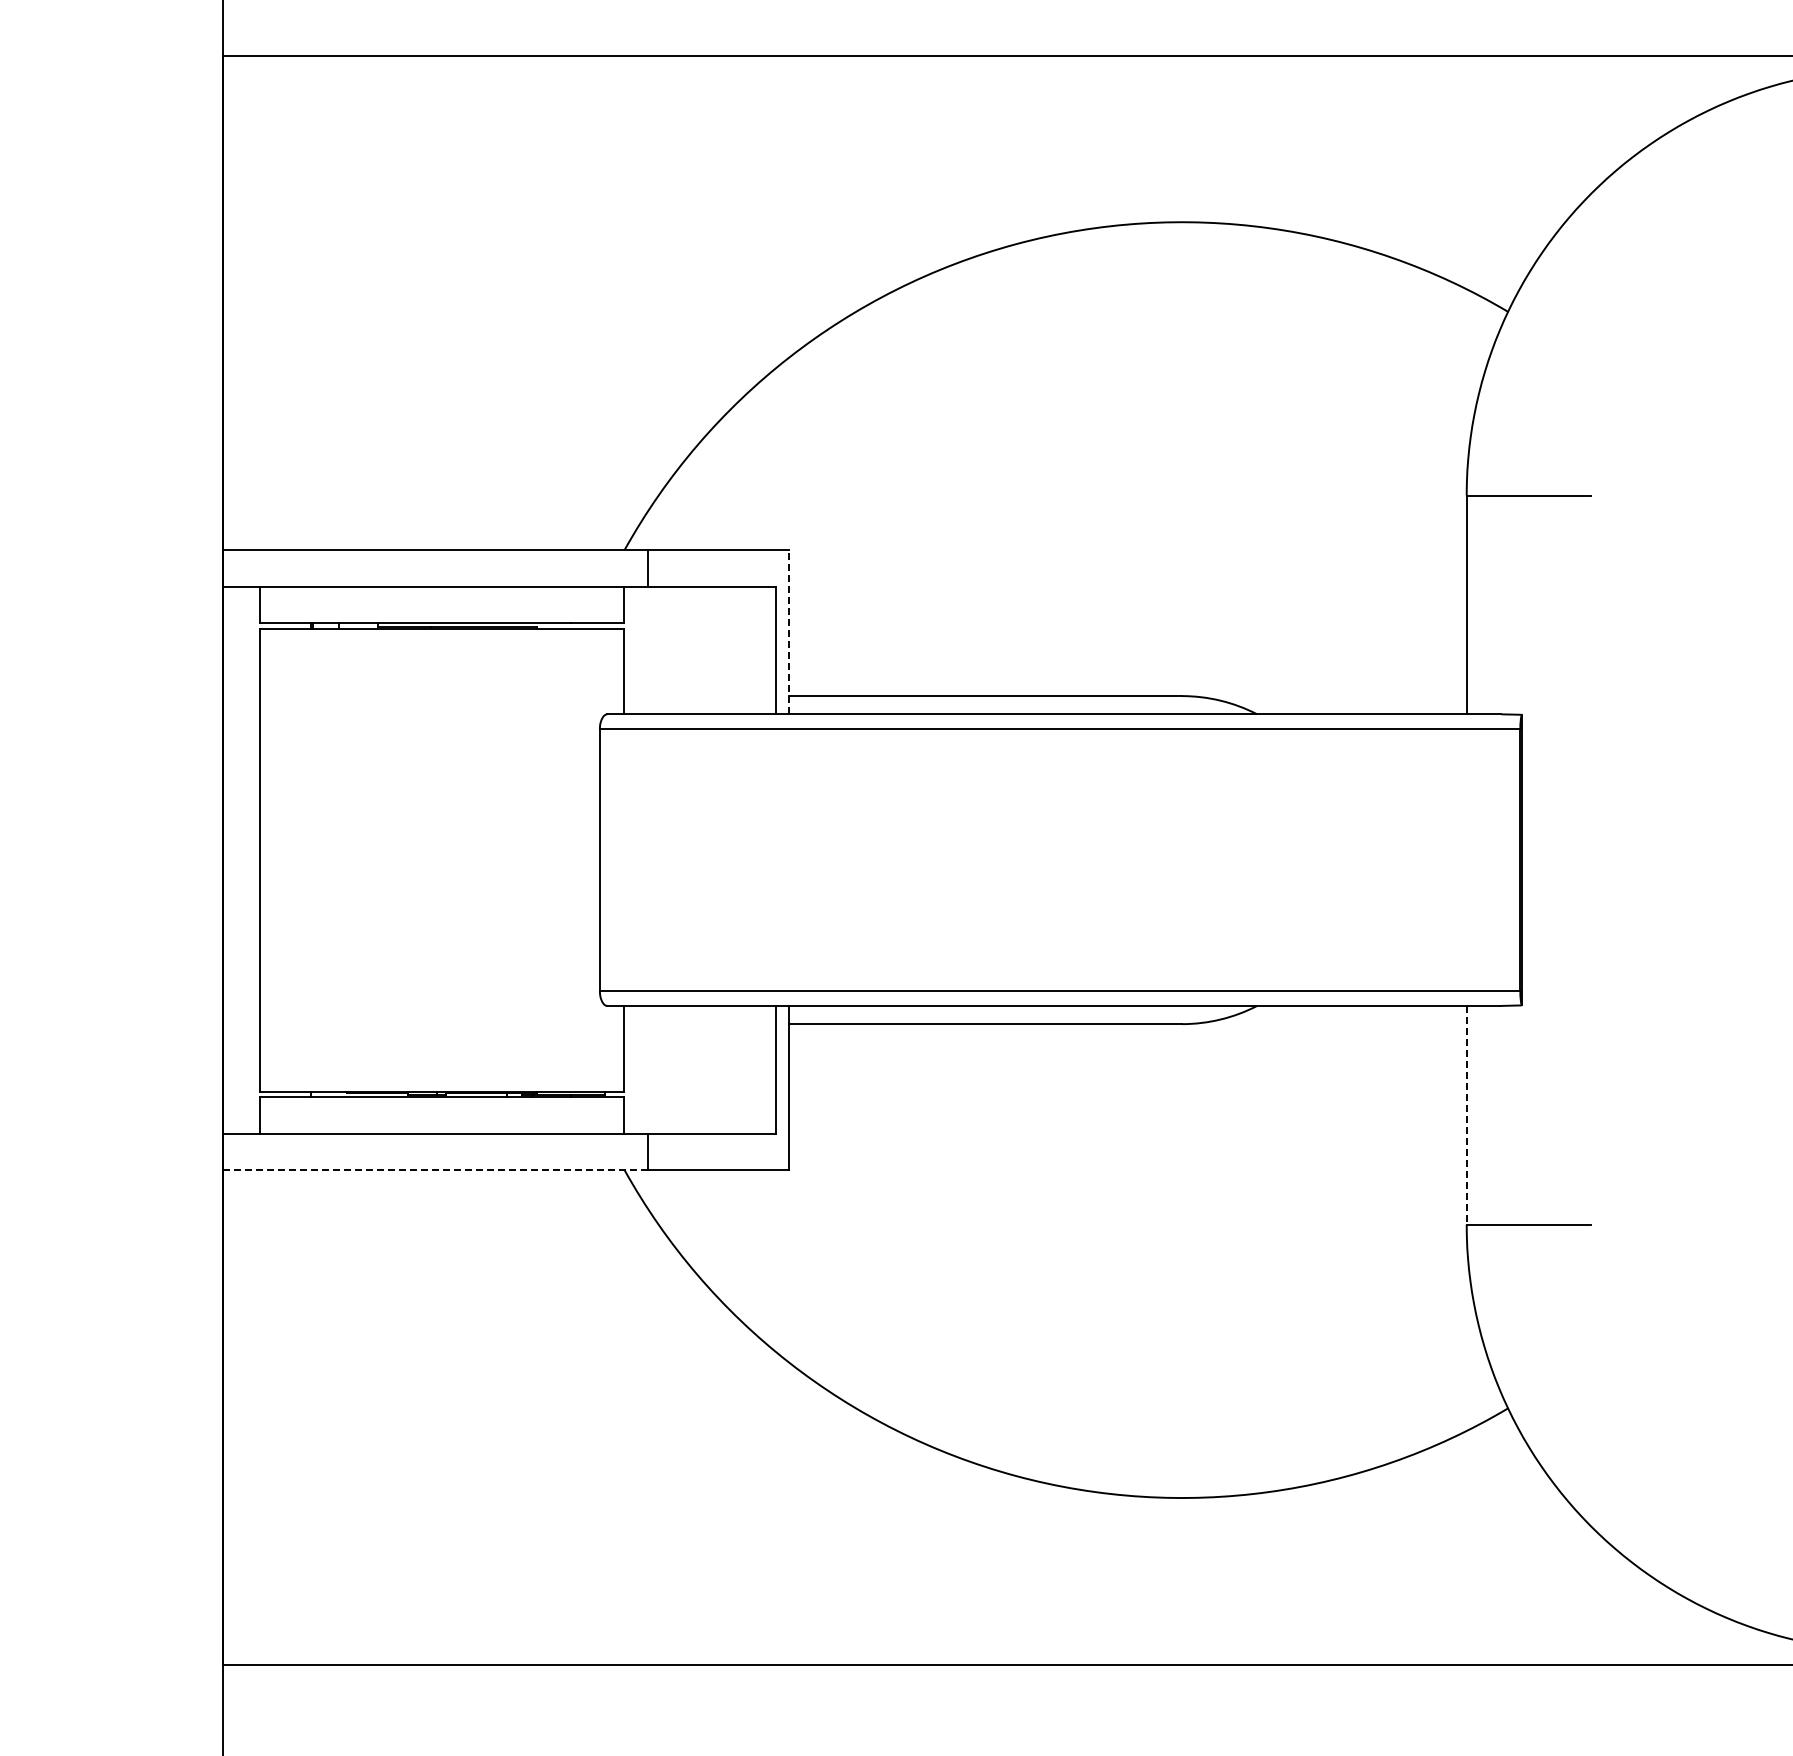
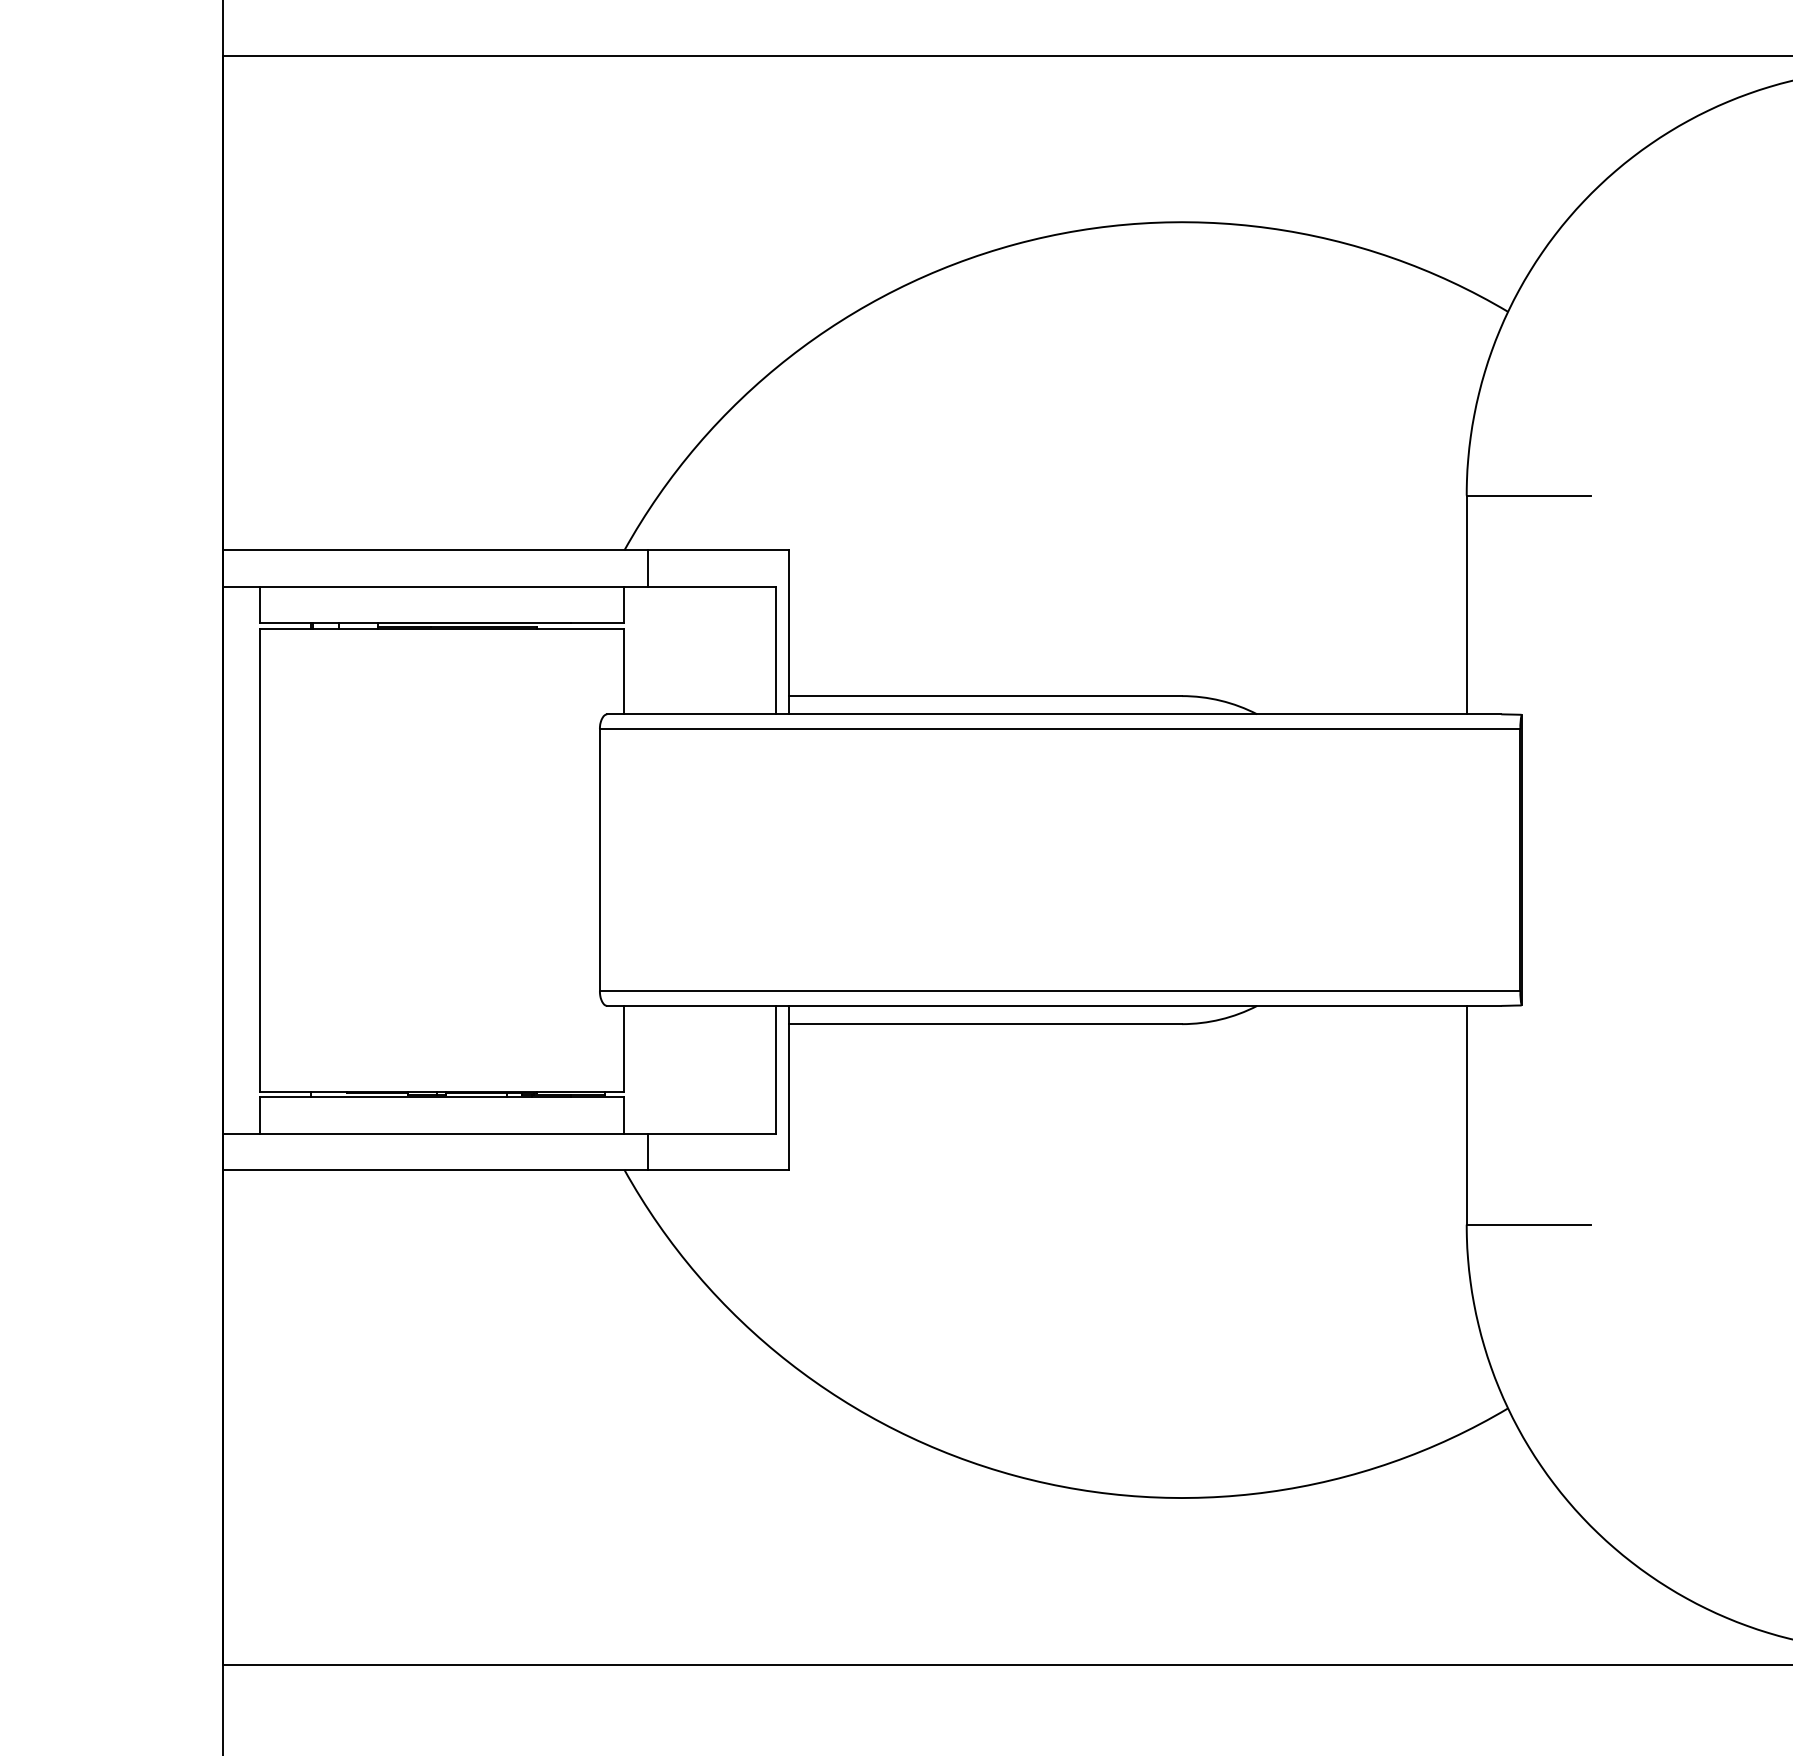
line at (789, 631): dashed -> solid
line at (1466, 1115): dashed -> solid
line at (435, 1169): dashed -> solid
